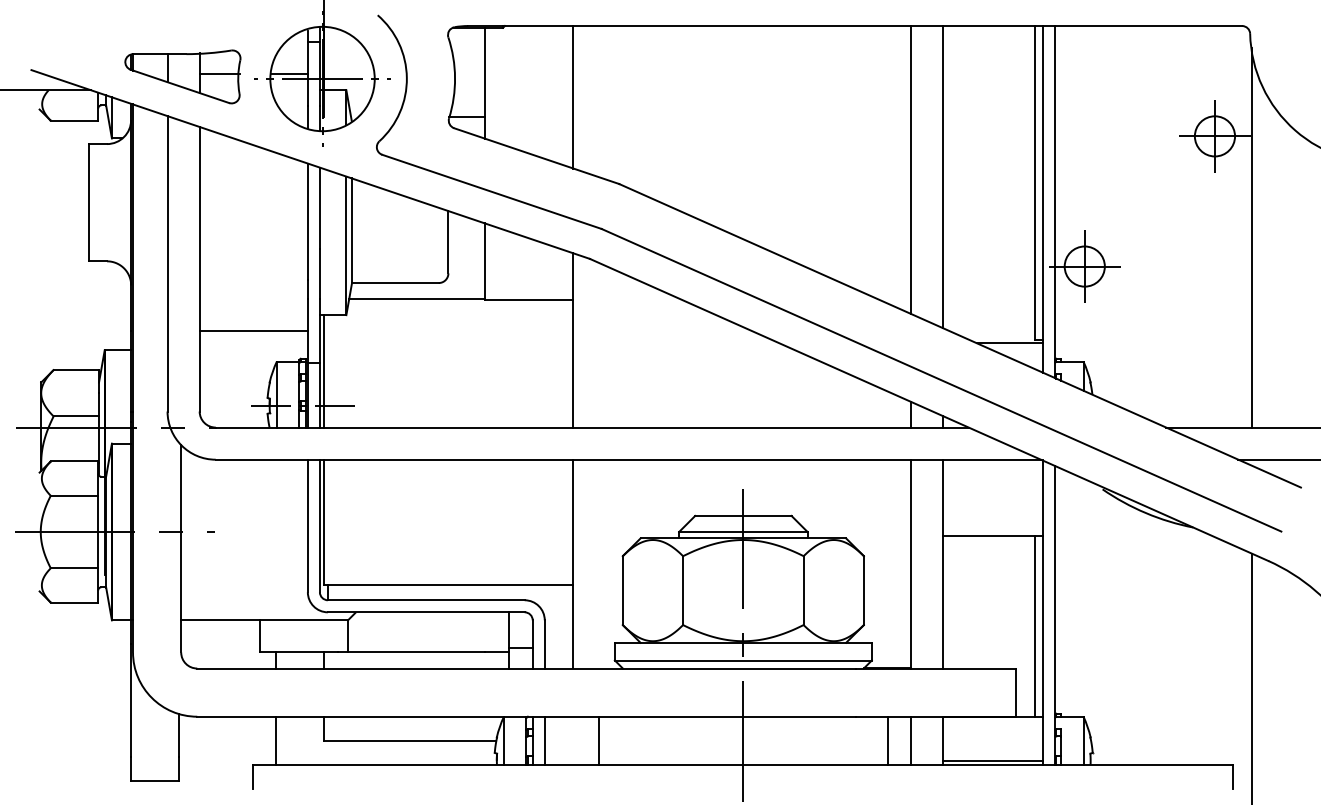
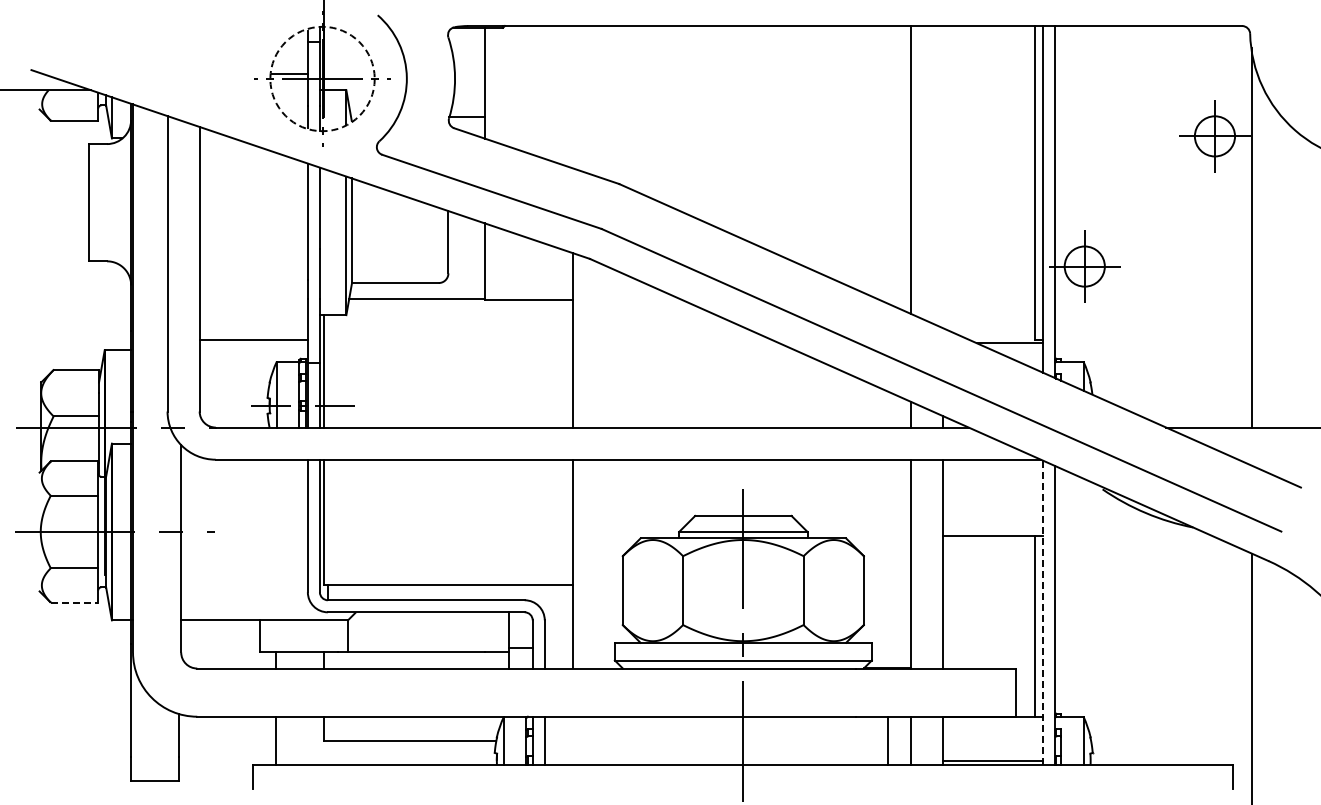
part at (182, 76): present -> none
circle at (322, 78): solid -> dashed
line at (573, 97): present -> none
line at (942, 177): present -> none
line at (253, 331) position: (253, 331) -> (253, 340)
line at (1277, 459): present -> none
line at (74, 602): solid -> dashed
line at (1042, 612): solid -> dashed
line at (598, 740): present -> none
